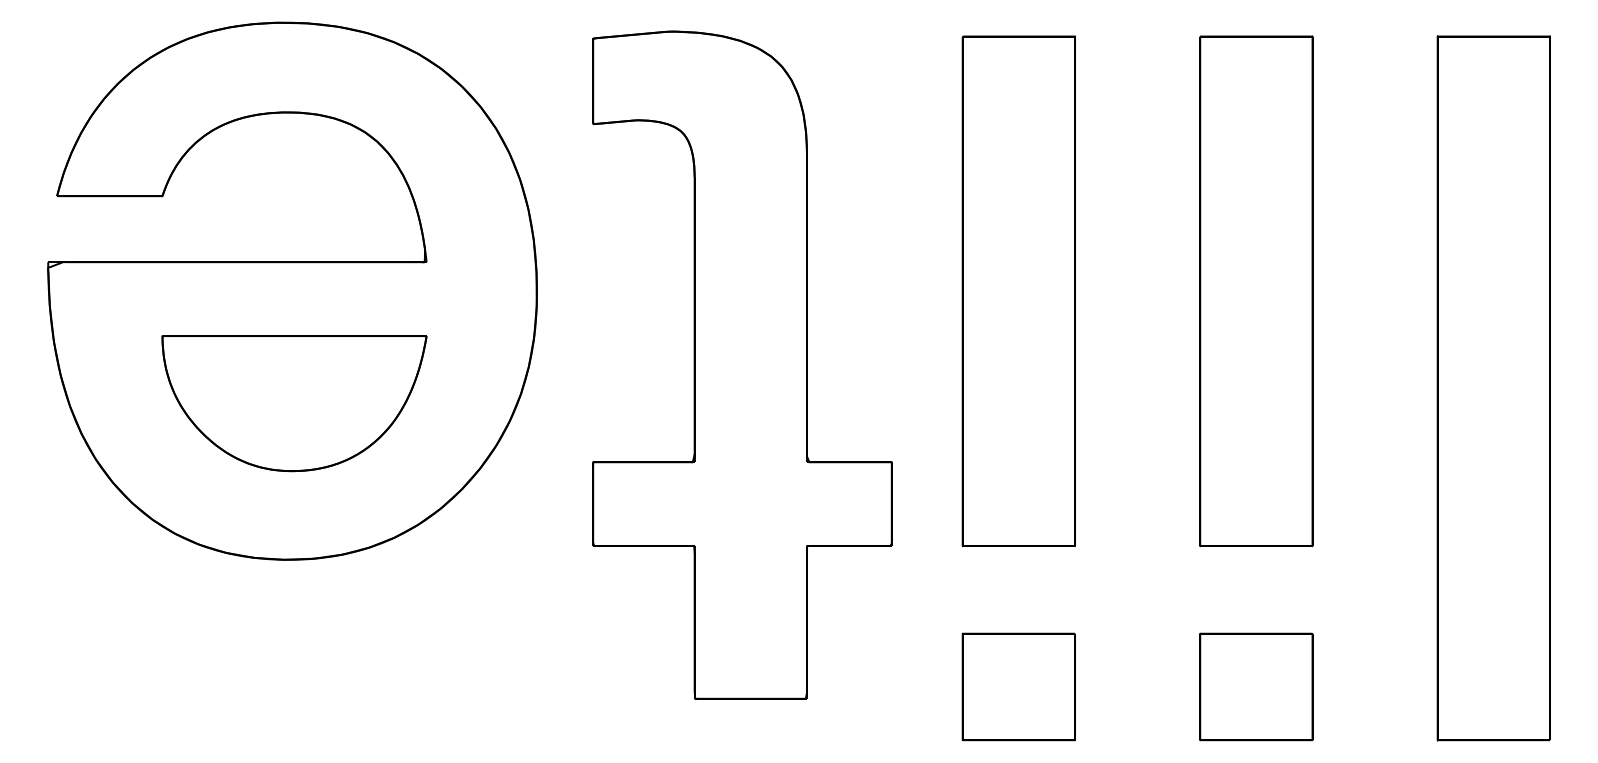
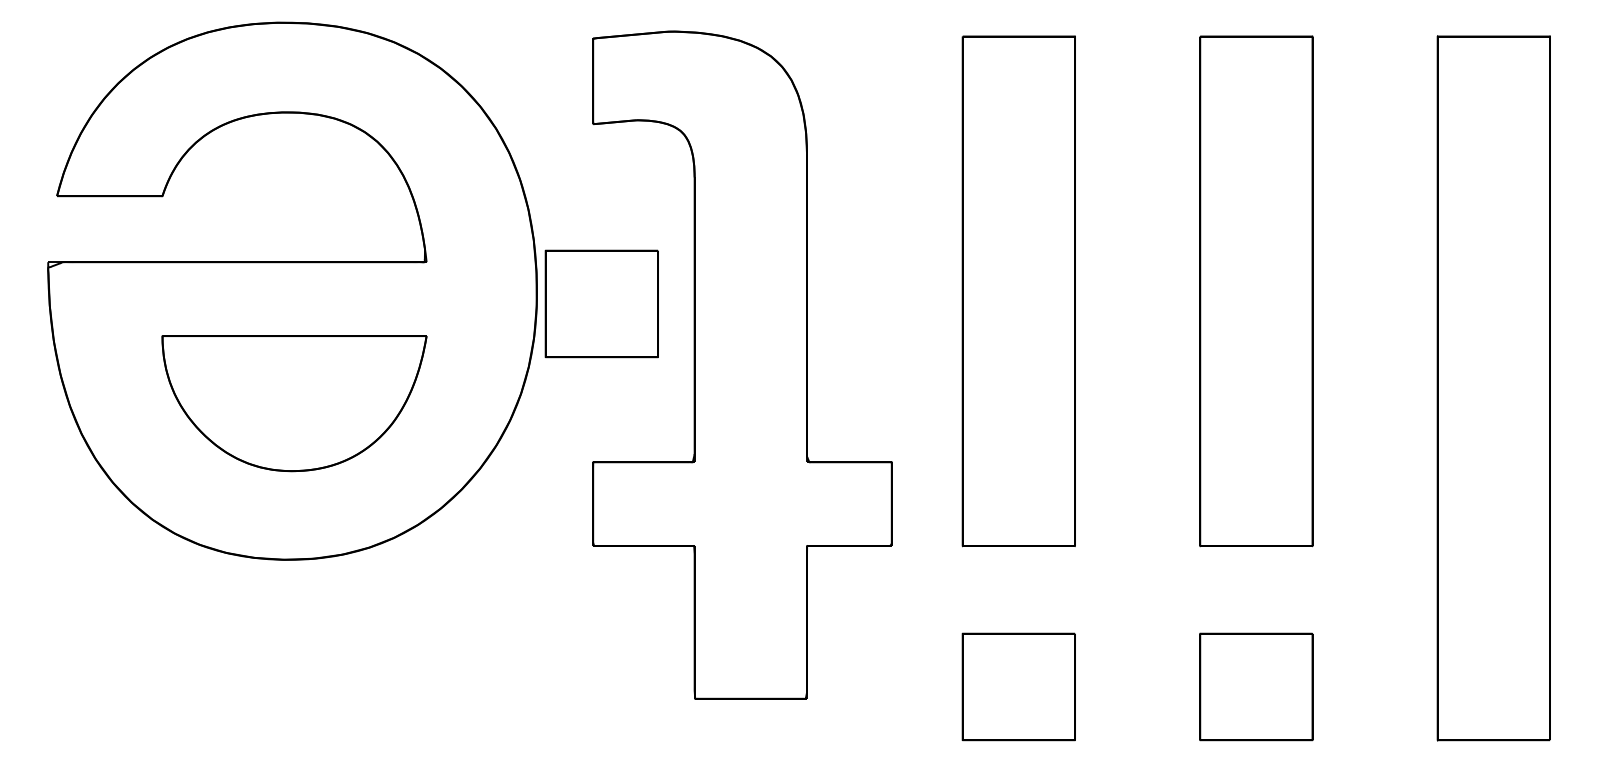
part at (601, 303): none -> present
